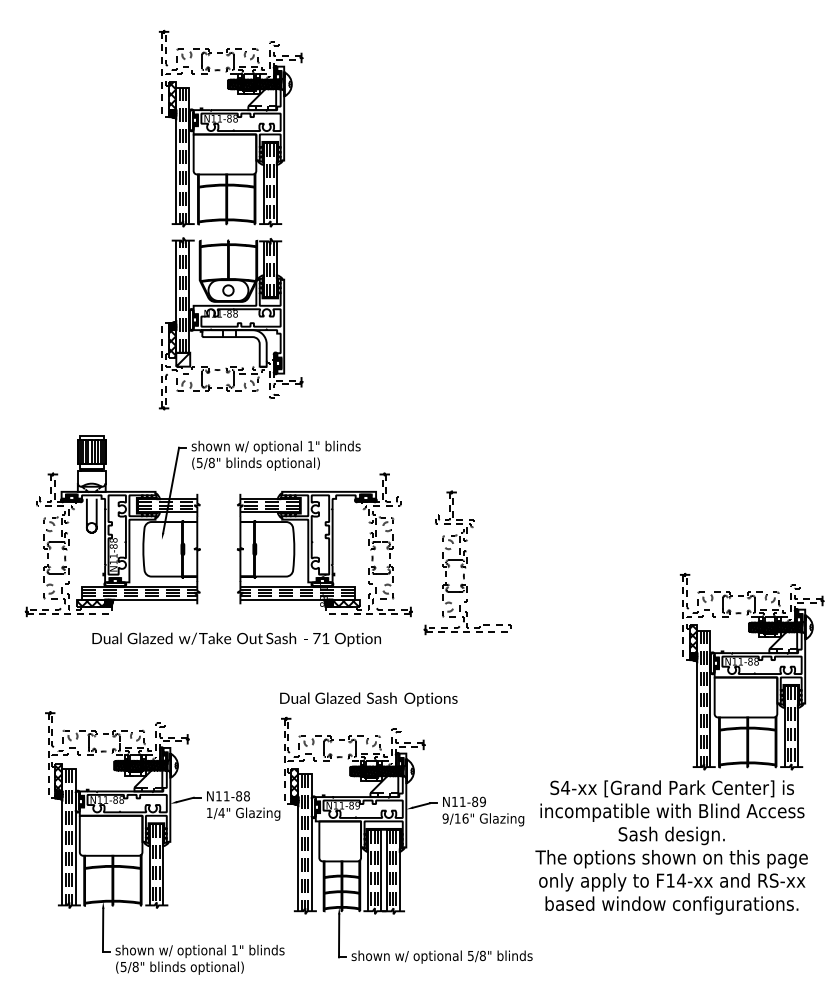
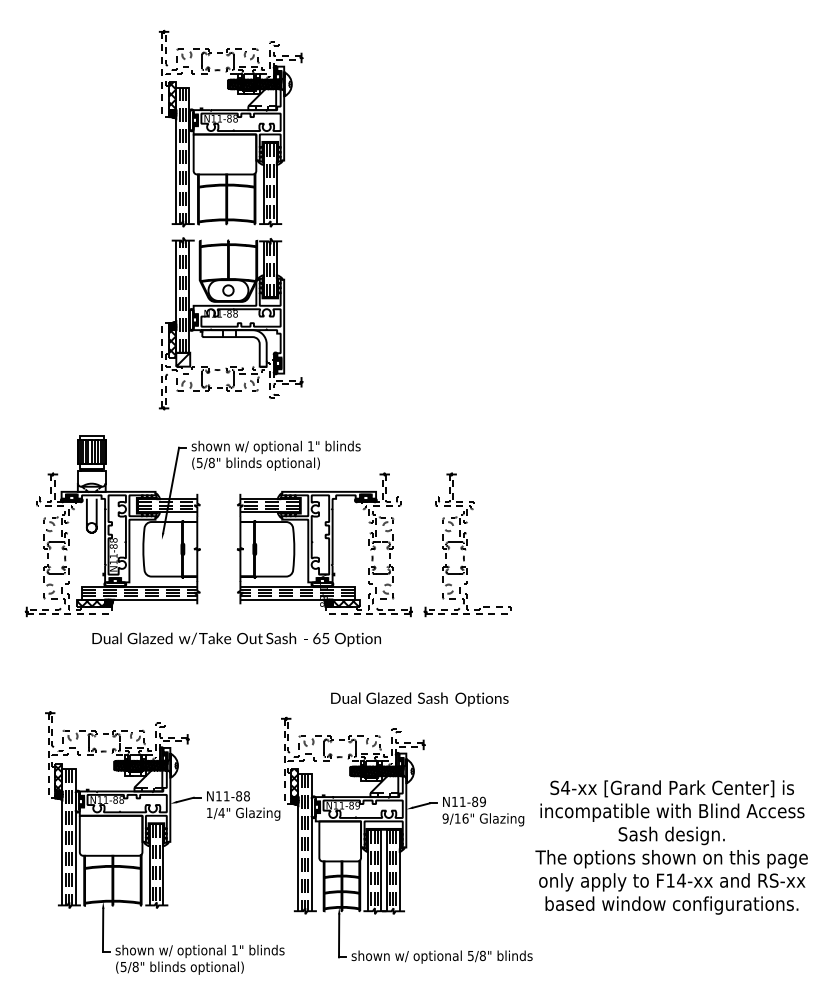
part at (467, 562) position: (467, 562) -> (467, 544)
text at (321, 638): 71 -> 65
part at (751, 671): present -> none
text at (368, 699) position: (368, 699) -> (419, 699)
